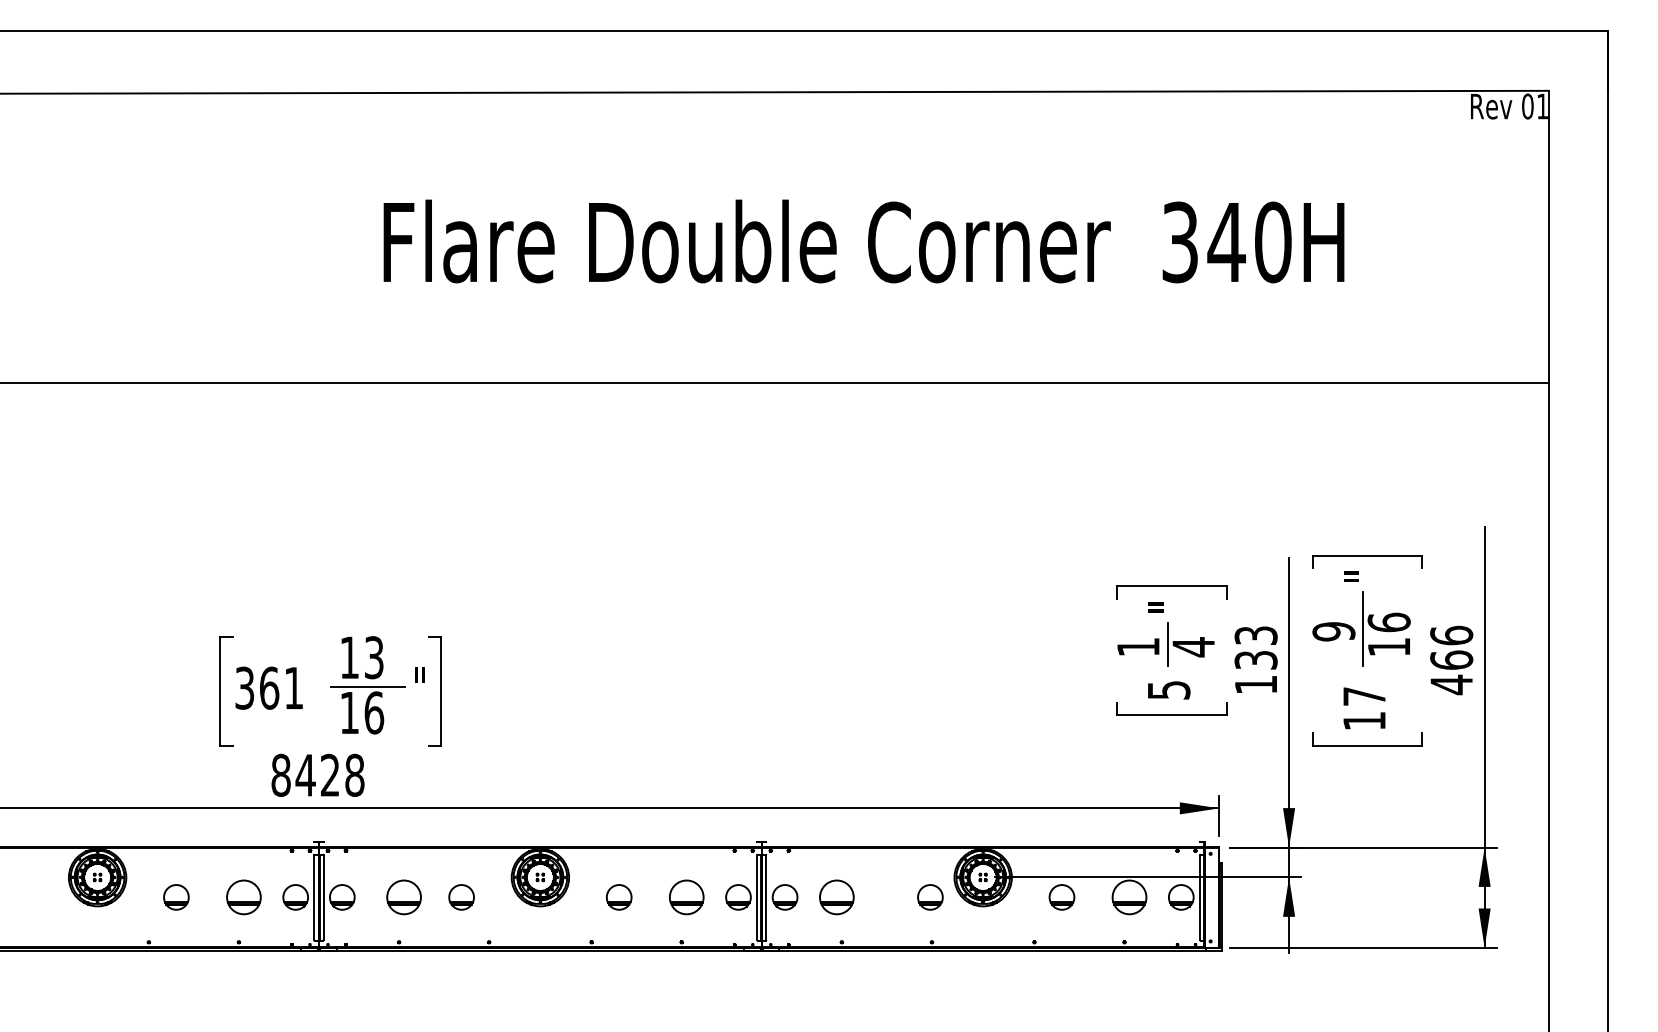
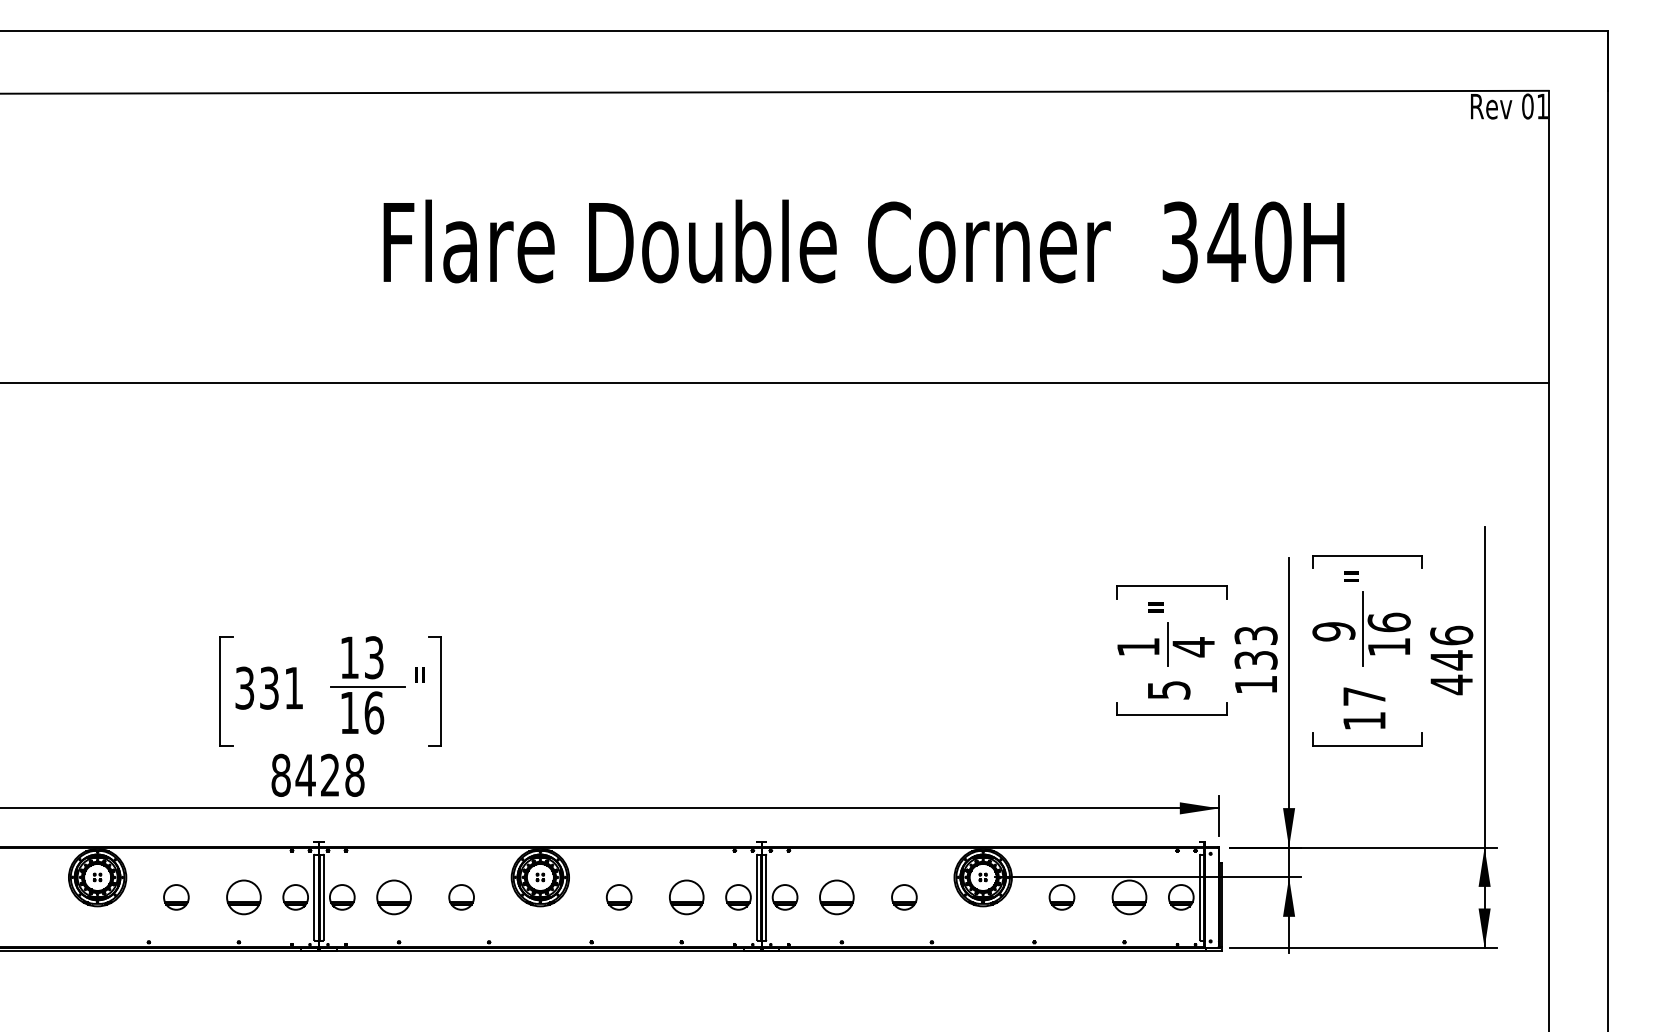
text at (1451, 660): 466 -> 446
text at (269, 687): 361 -> 331
part at (403, 897) position: (403, 897) -> (393, 897)
part at (930, 897) position: (930, 897) -> (904, 897)
